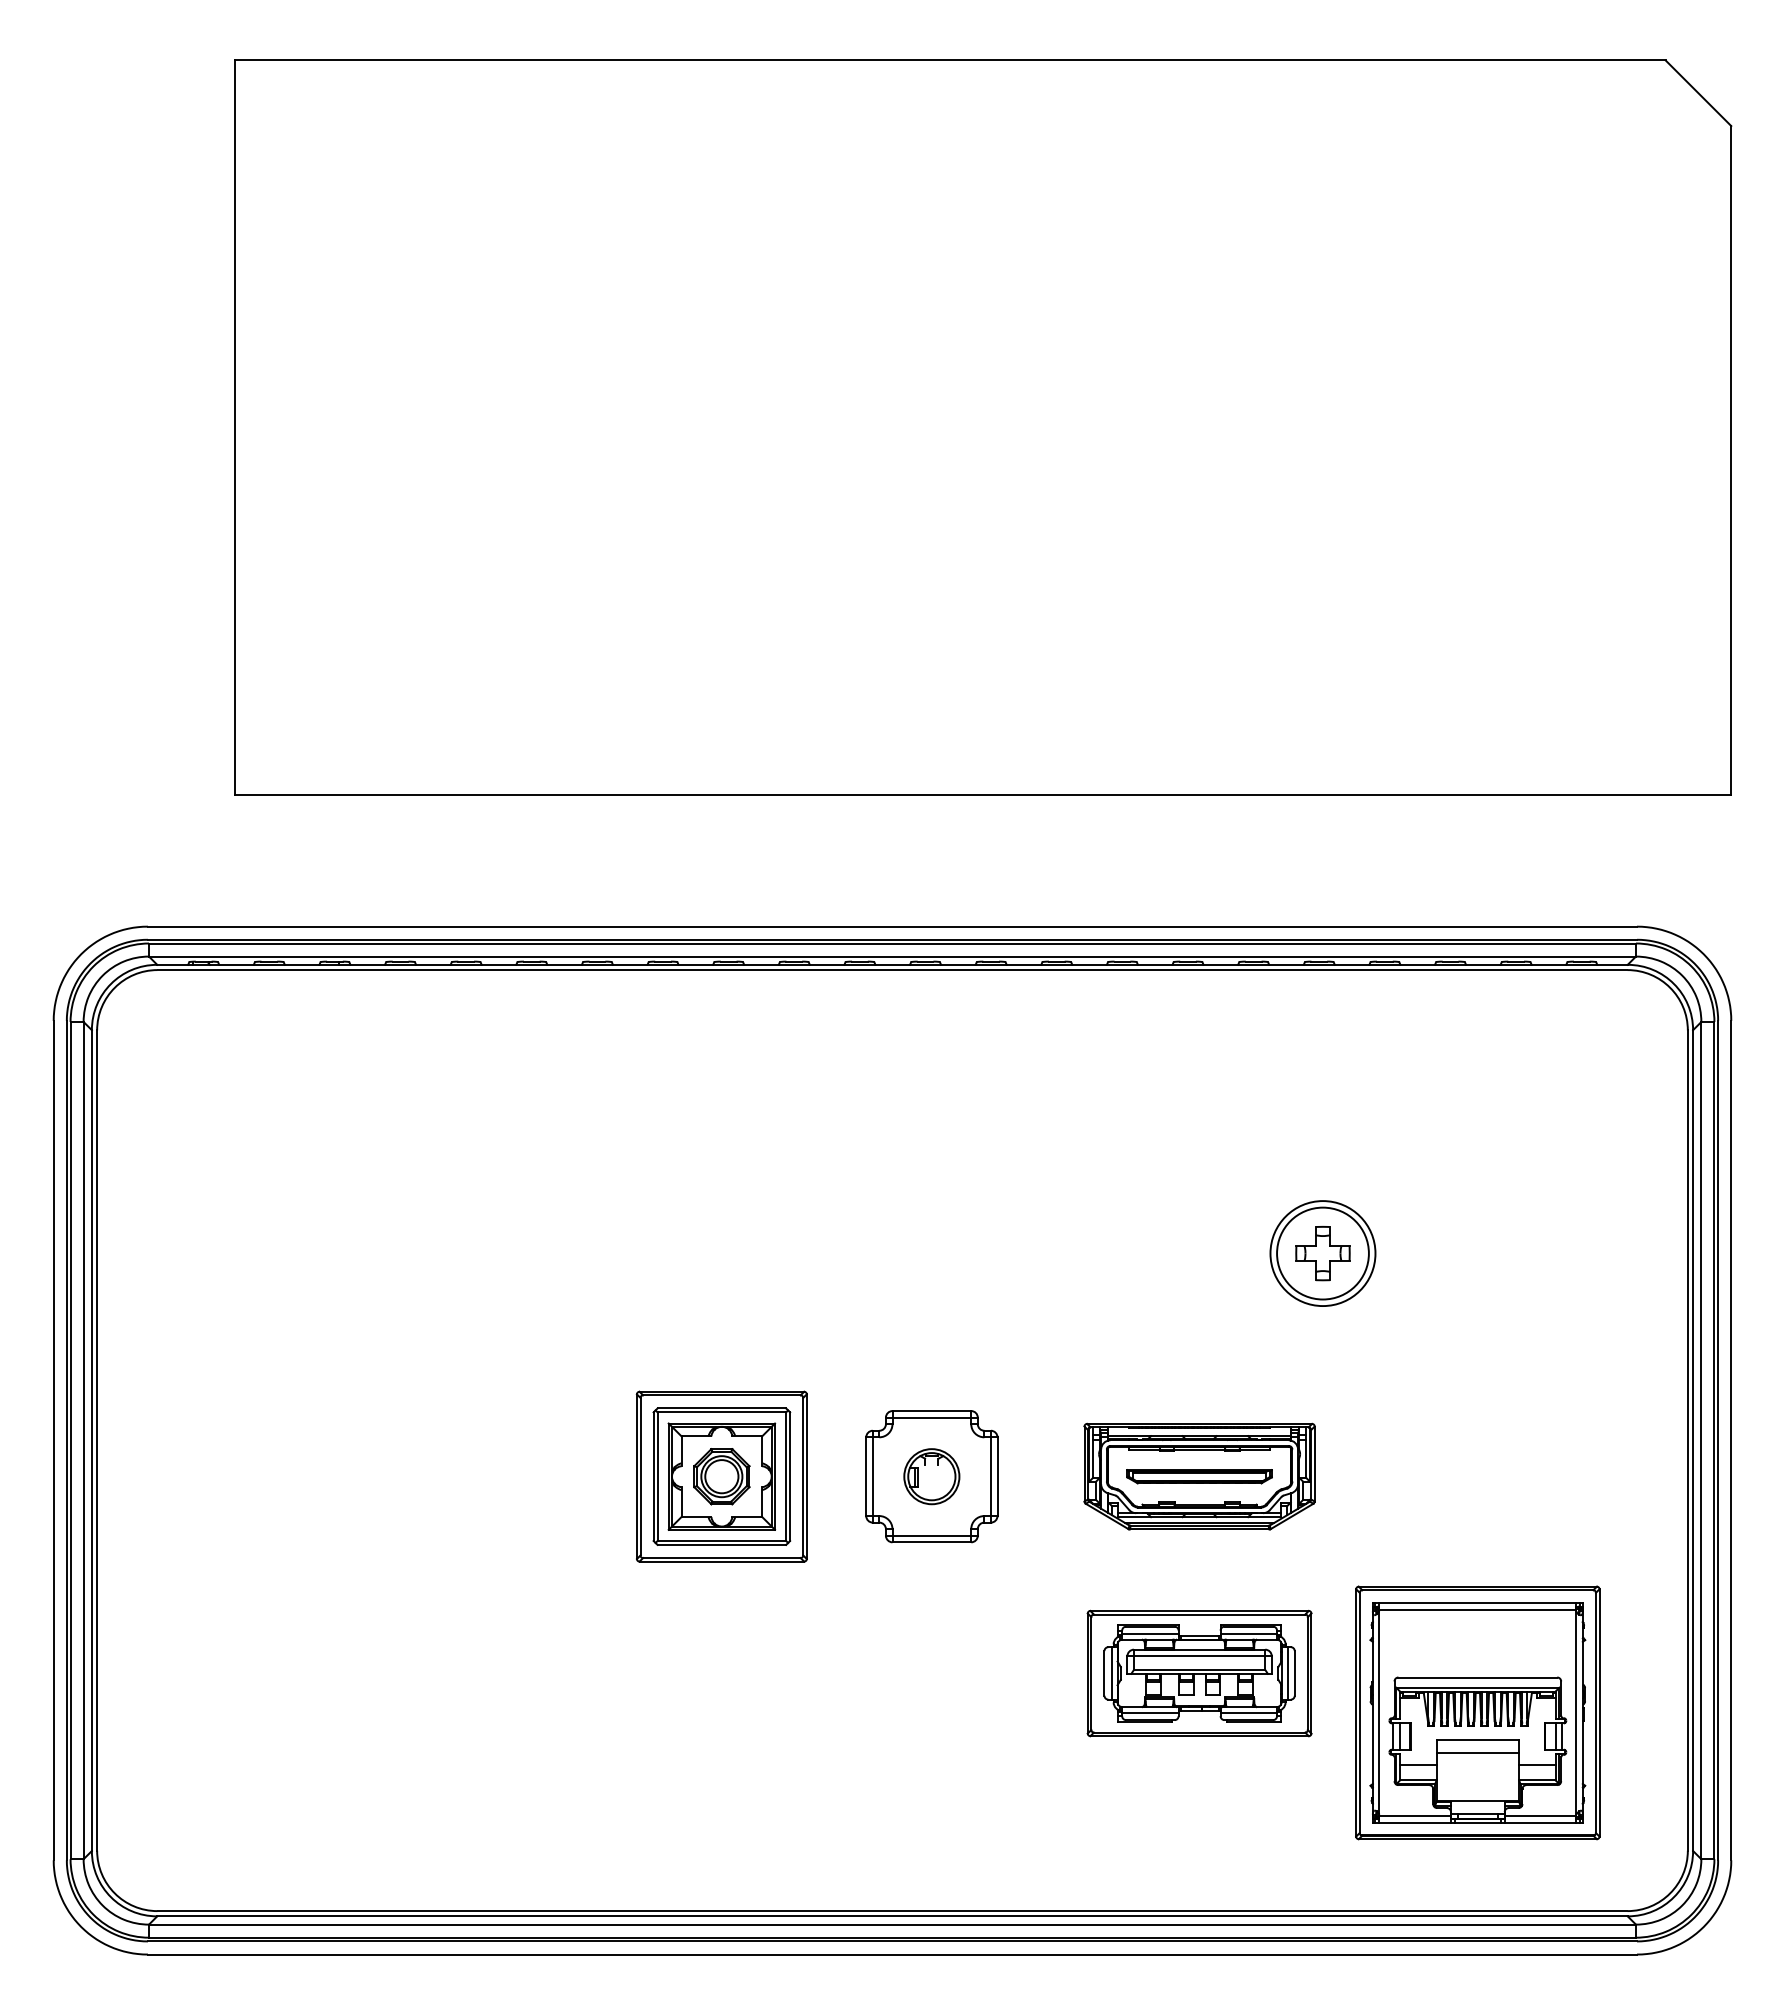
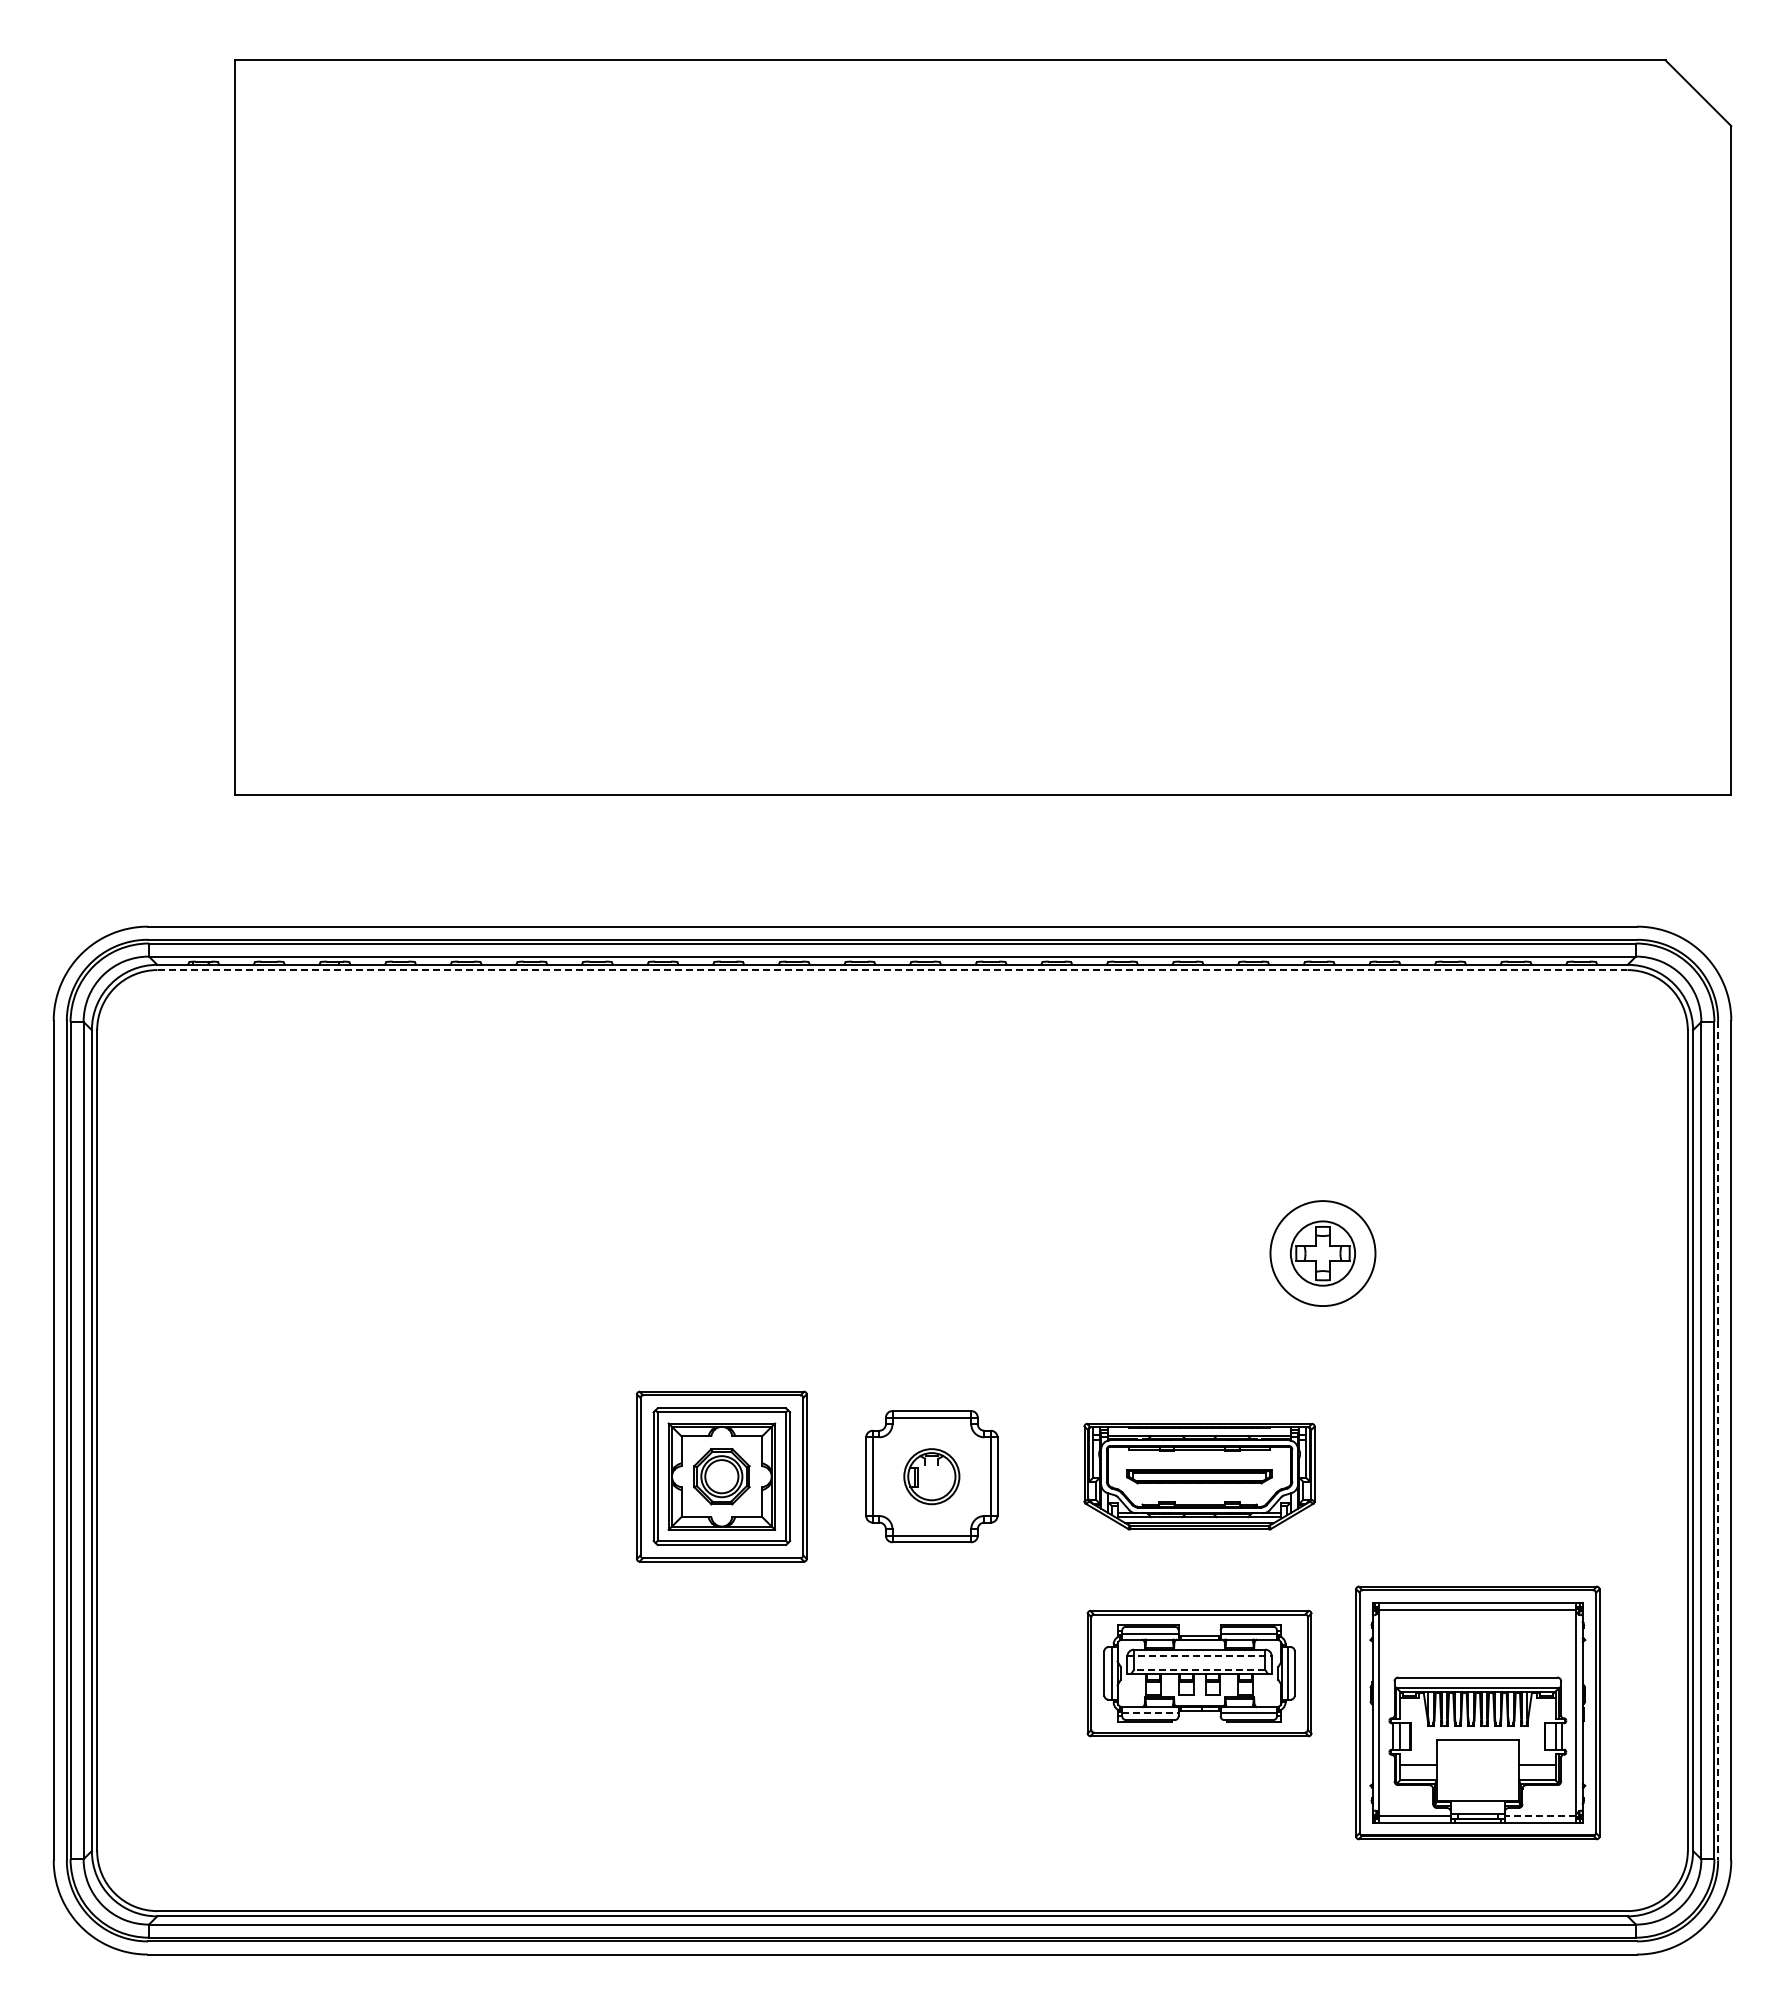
line at (892, 970): solid -> dashed
circle at (1322, 1253) diameter: 92 px -> 64 px
line at (1718, 1440): solid -> dashed
line at (1200, 1656): solid -> dashed
line at (1199, 1669): solid -> dashed
line at (1150, 1712): solid -> dashed
line at (1477, 1752): present -> none
line at (1540, 1815): solid -> dashed
